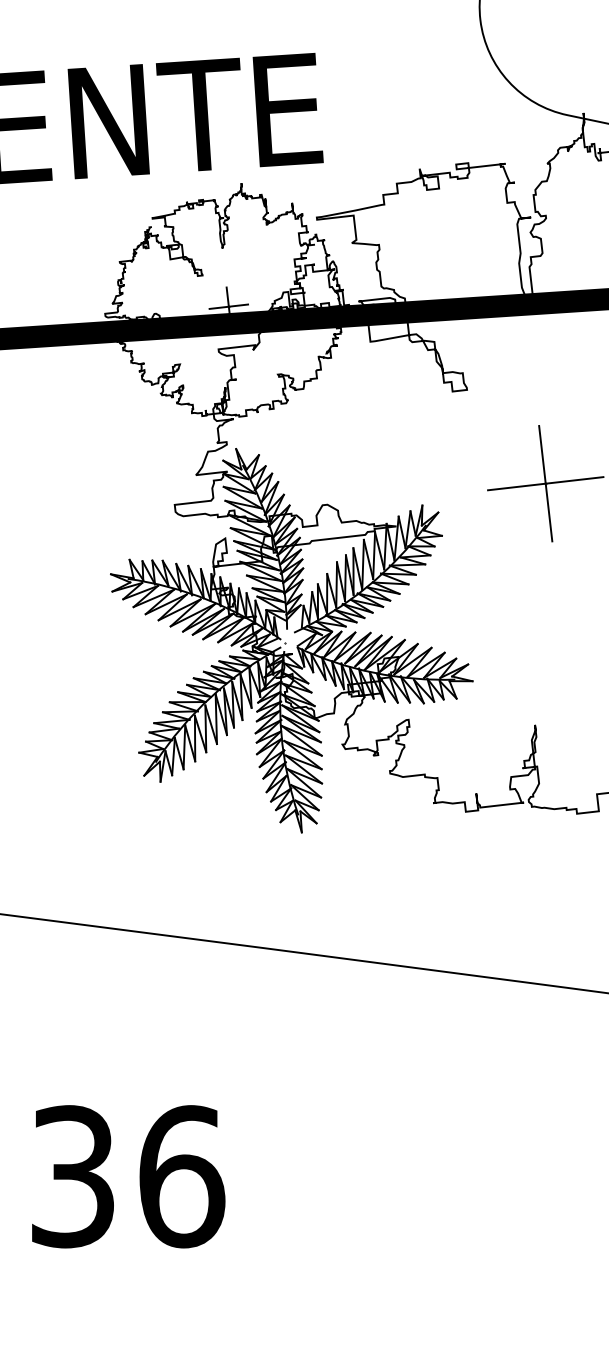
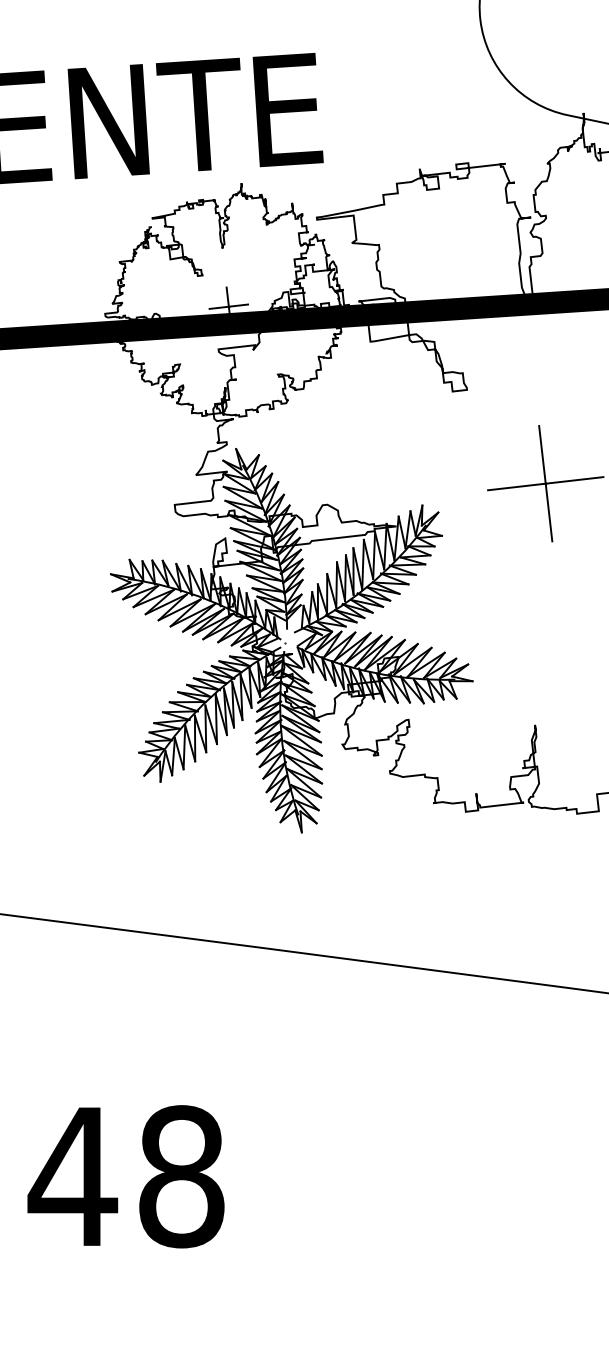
text at (126, 1176): 36 -> 48
